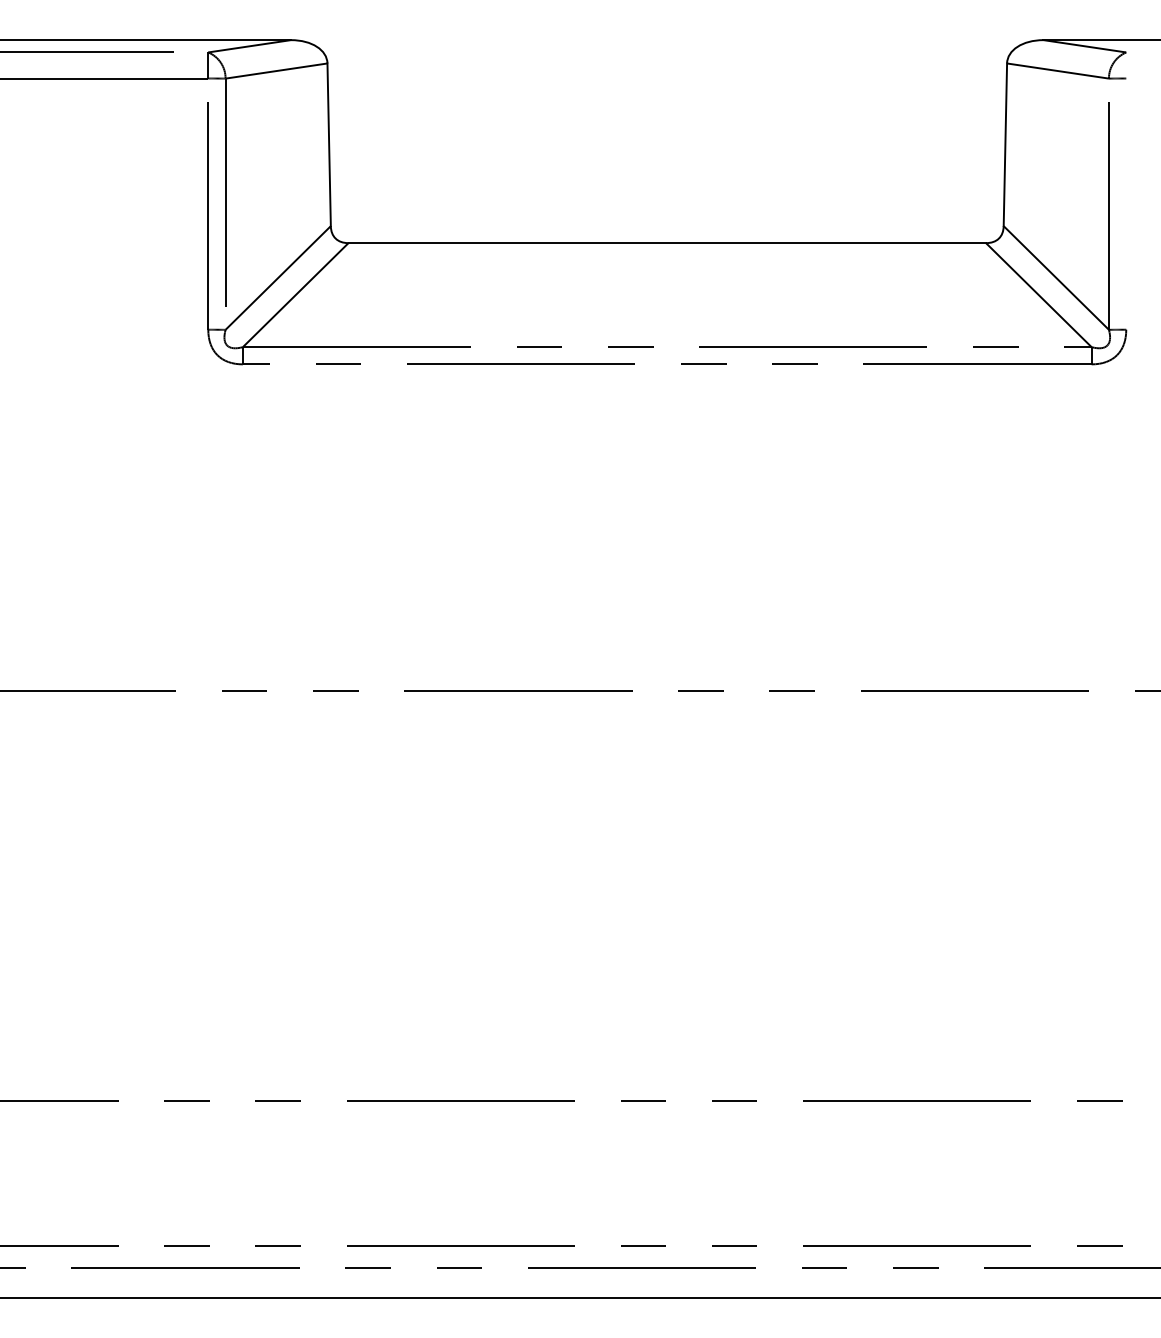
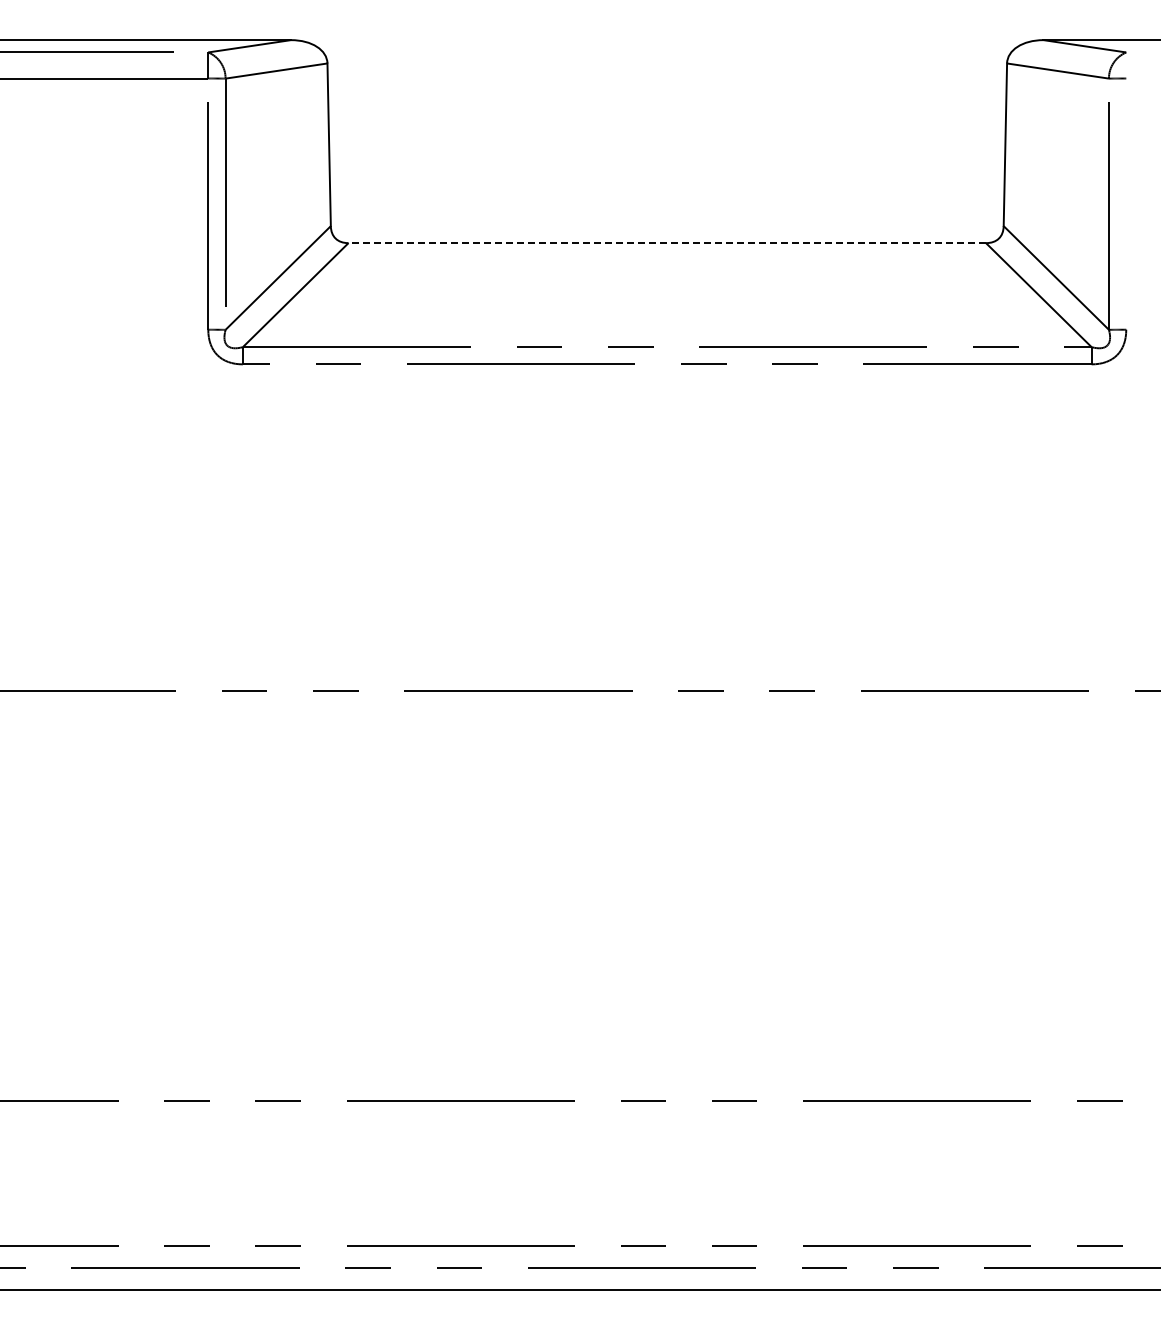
line at (667, 243): solid -> dashed
line at (579, 1297) position: (579, 1297) -> (579, 1289)
